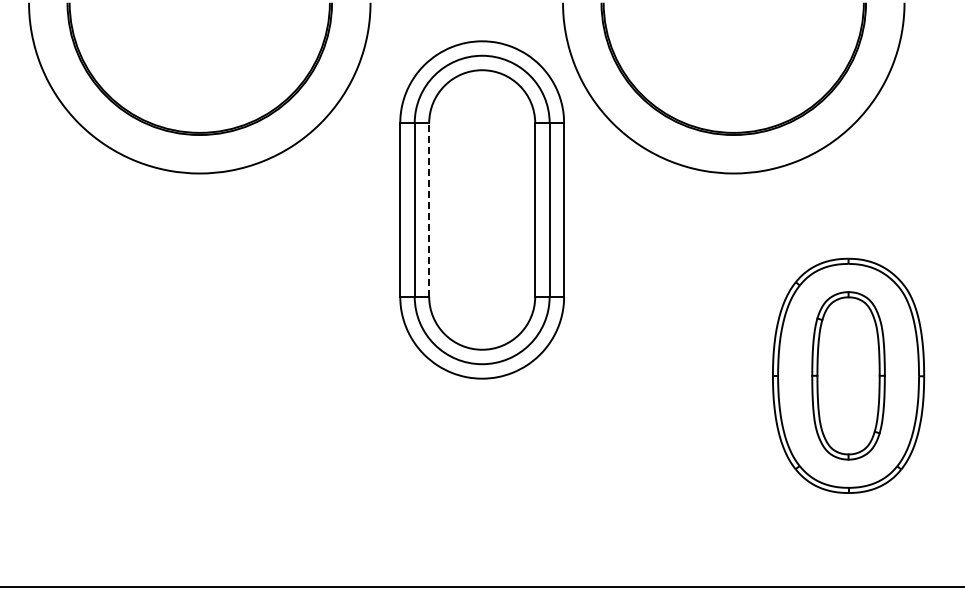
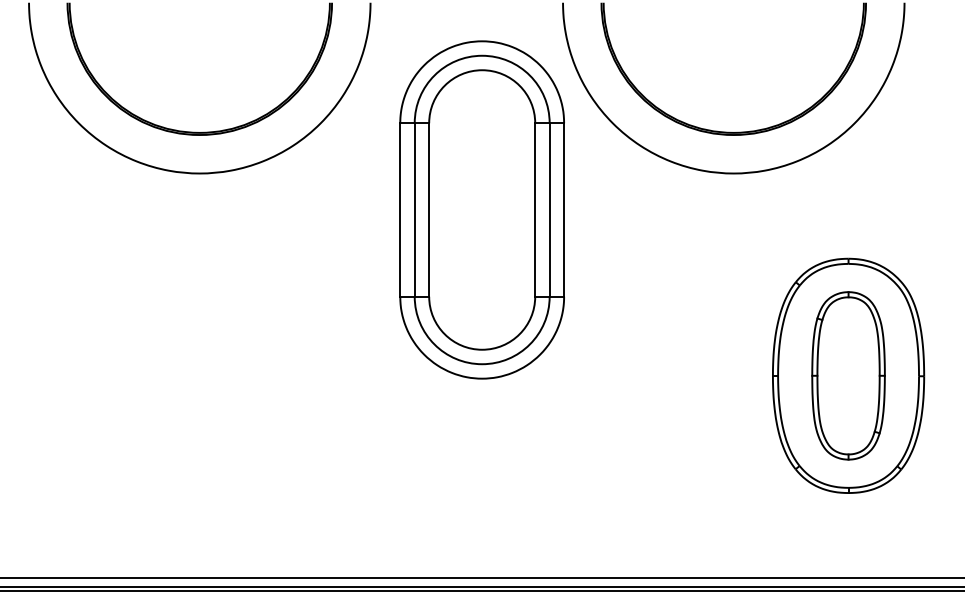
line at (429, 210): dashed -> solid
line at (481, 577): none -> present
line at (481, 590): none -> present
